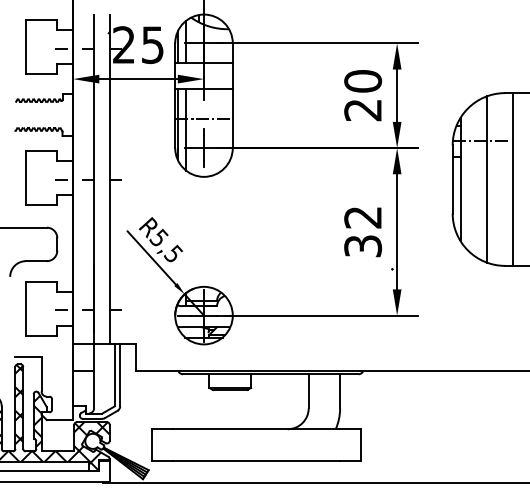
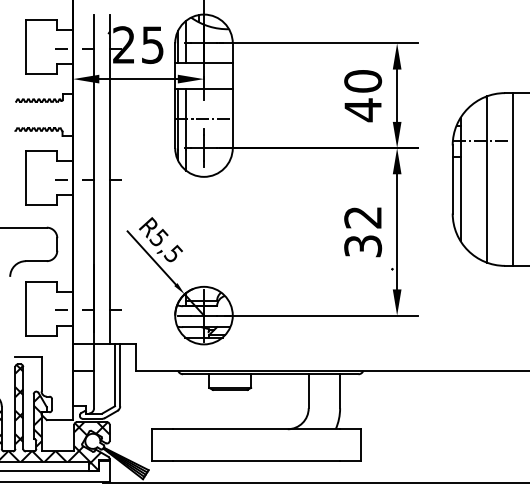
text at (362, 110): 20 -> 40
